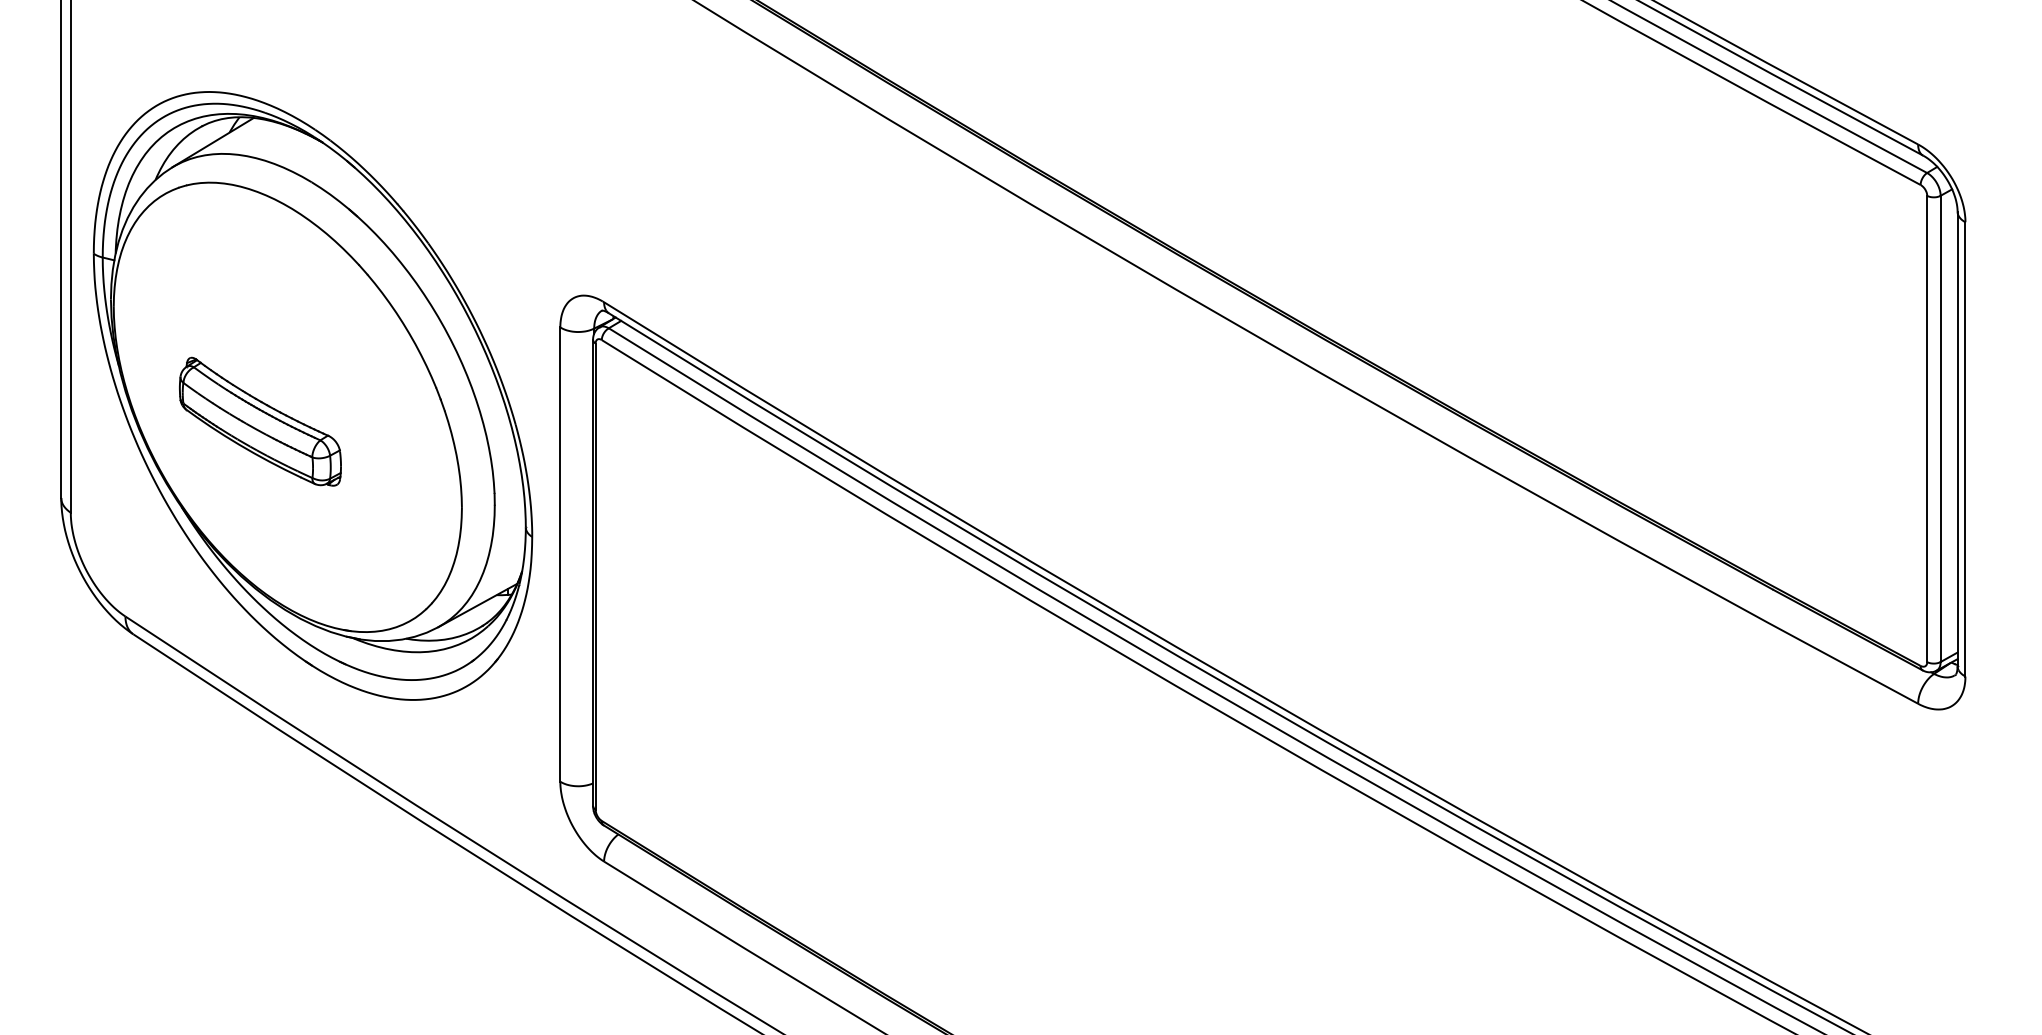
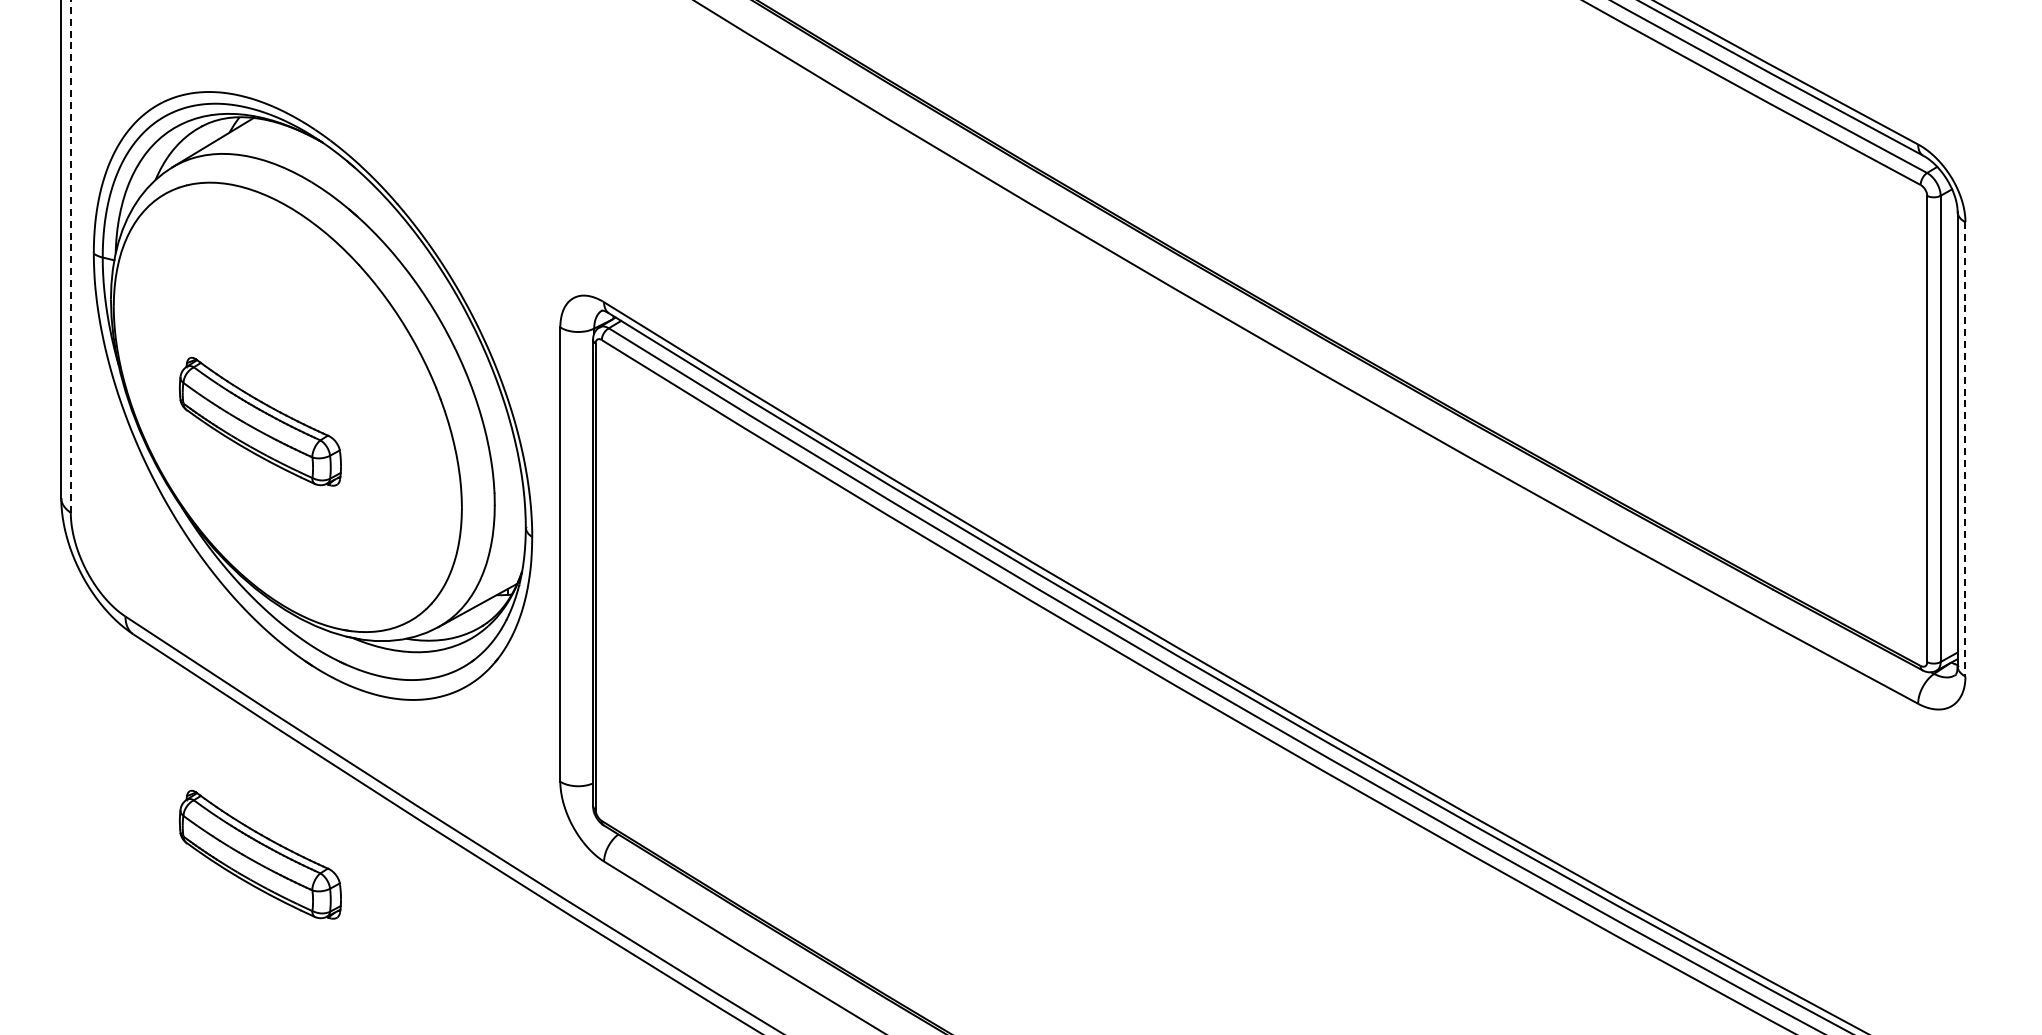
line at (70, 256): solid -> dashed
line at (1965, 449): solid -> dashed
part at (260, 854): none -> present
